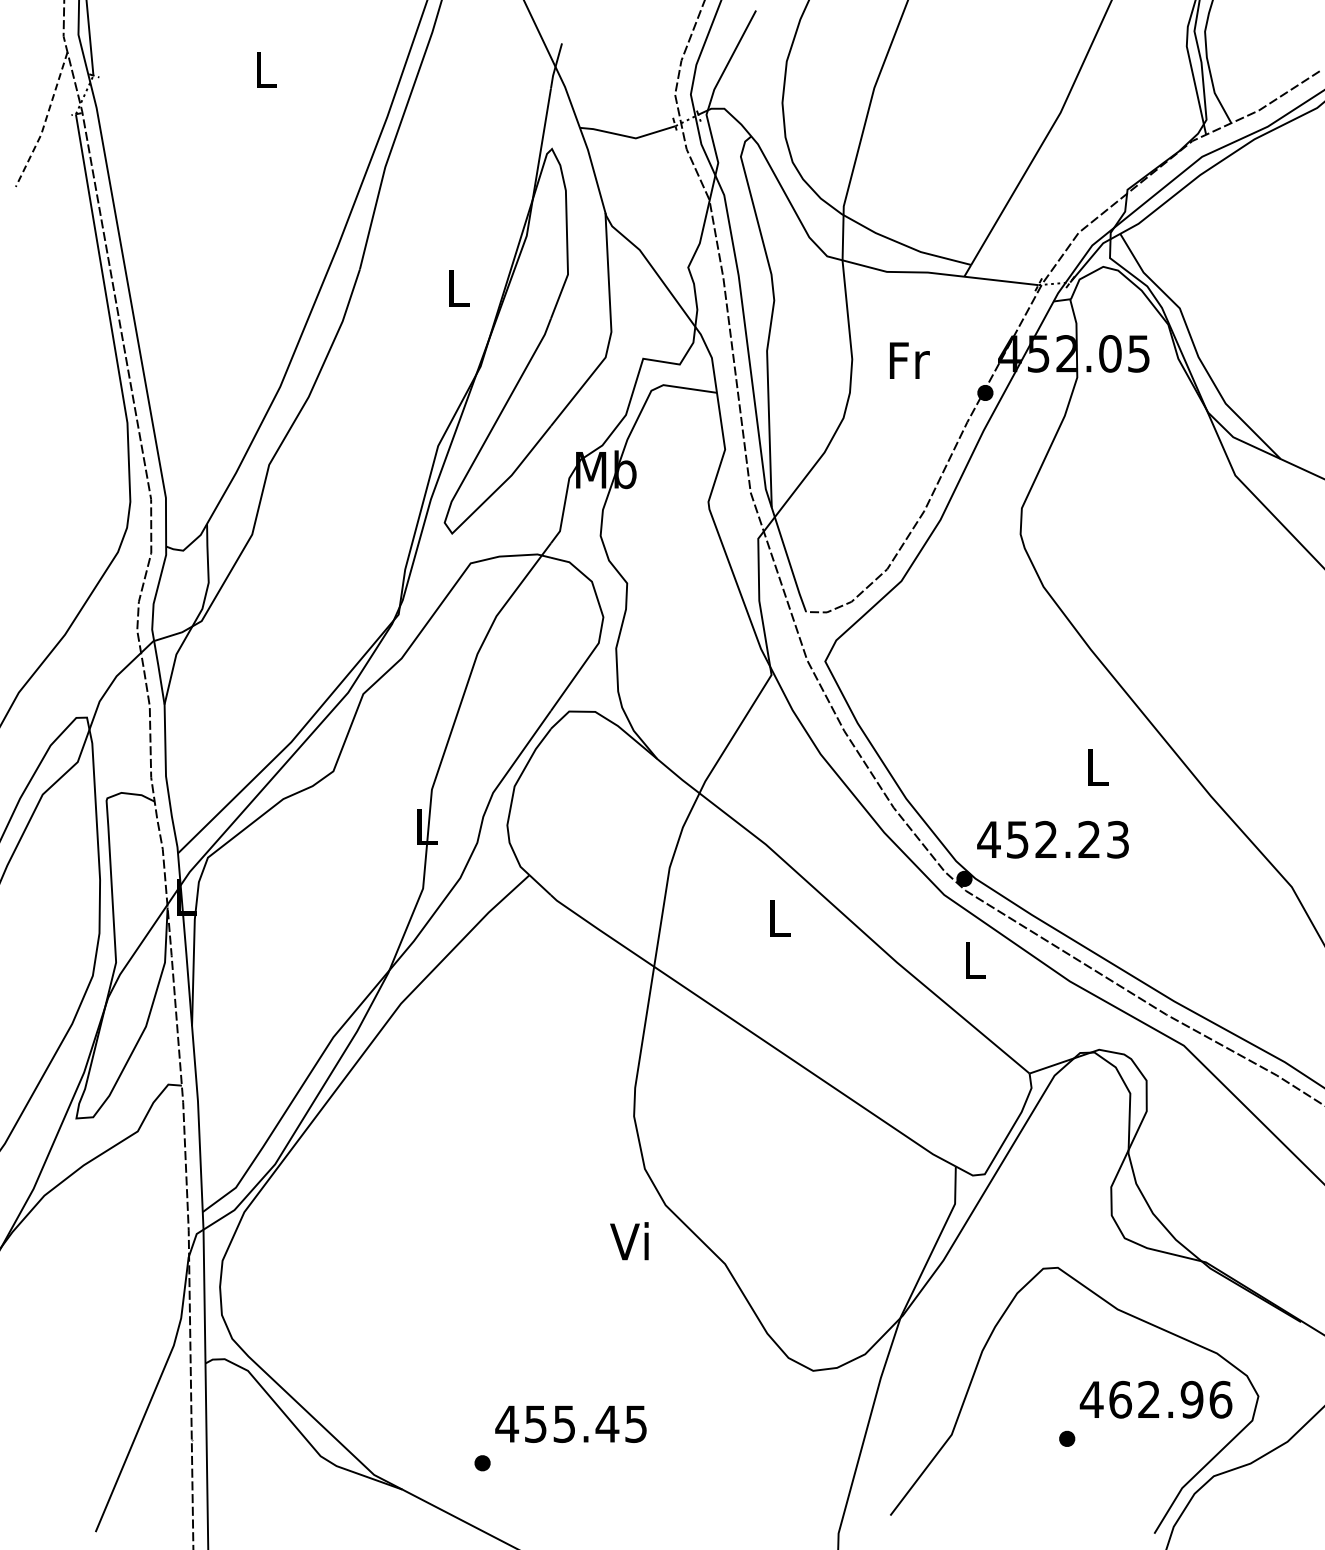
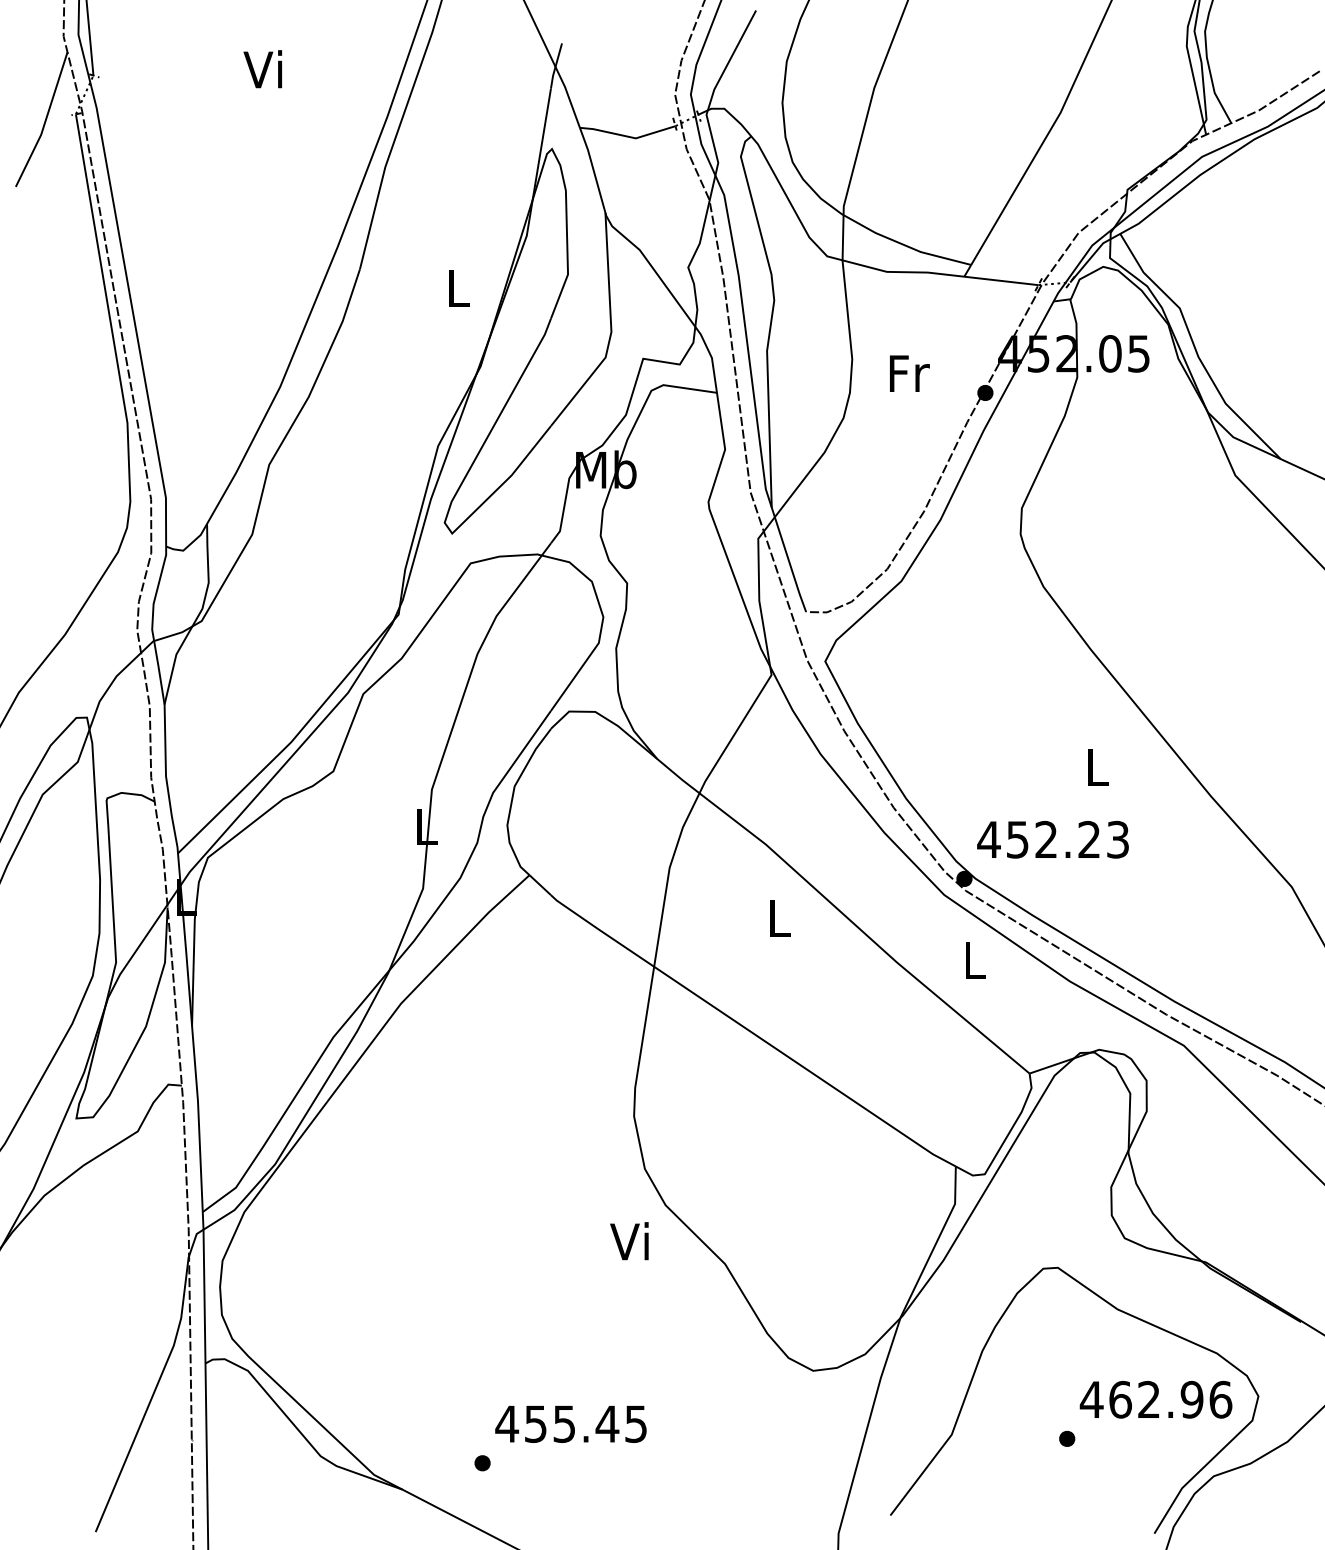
text at (262, 69): L -> Vi
line at (45, 121): dashed -> solid
text at (909, 360) position: (909, 360) -> (909, 373)
